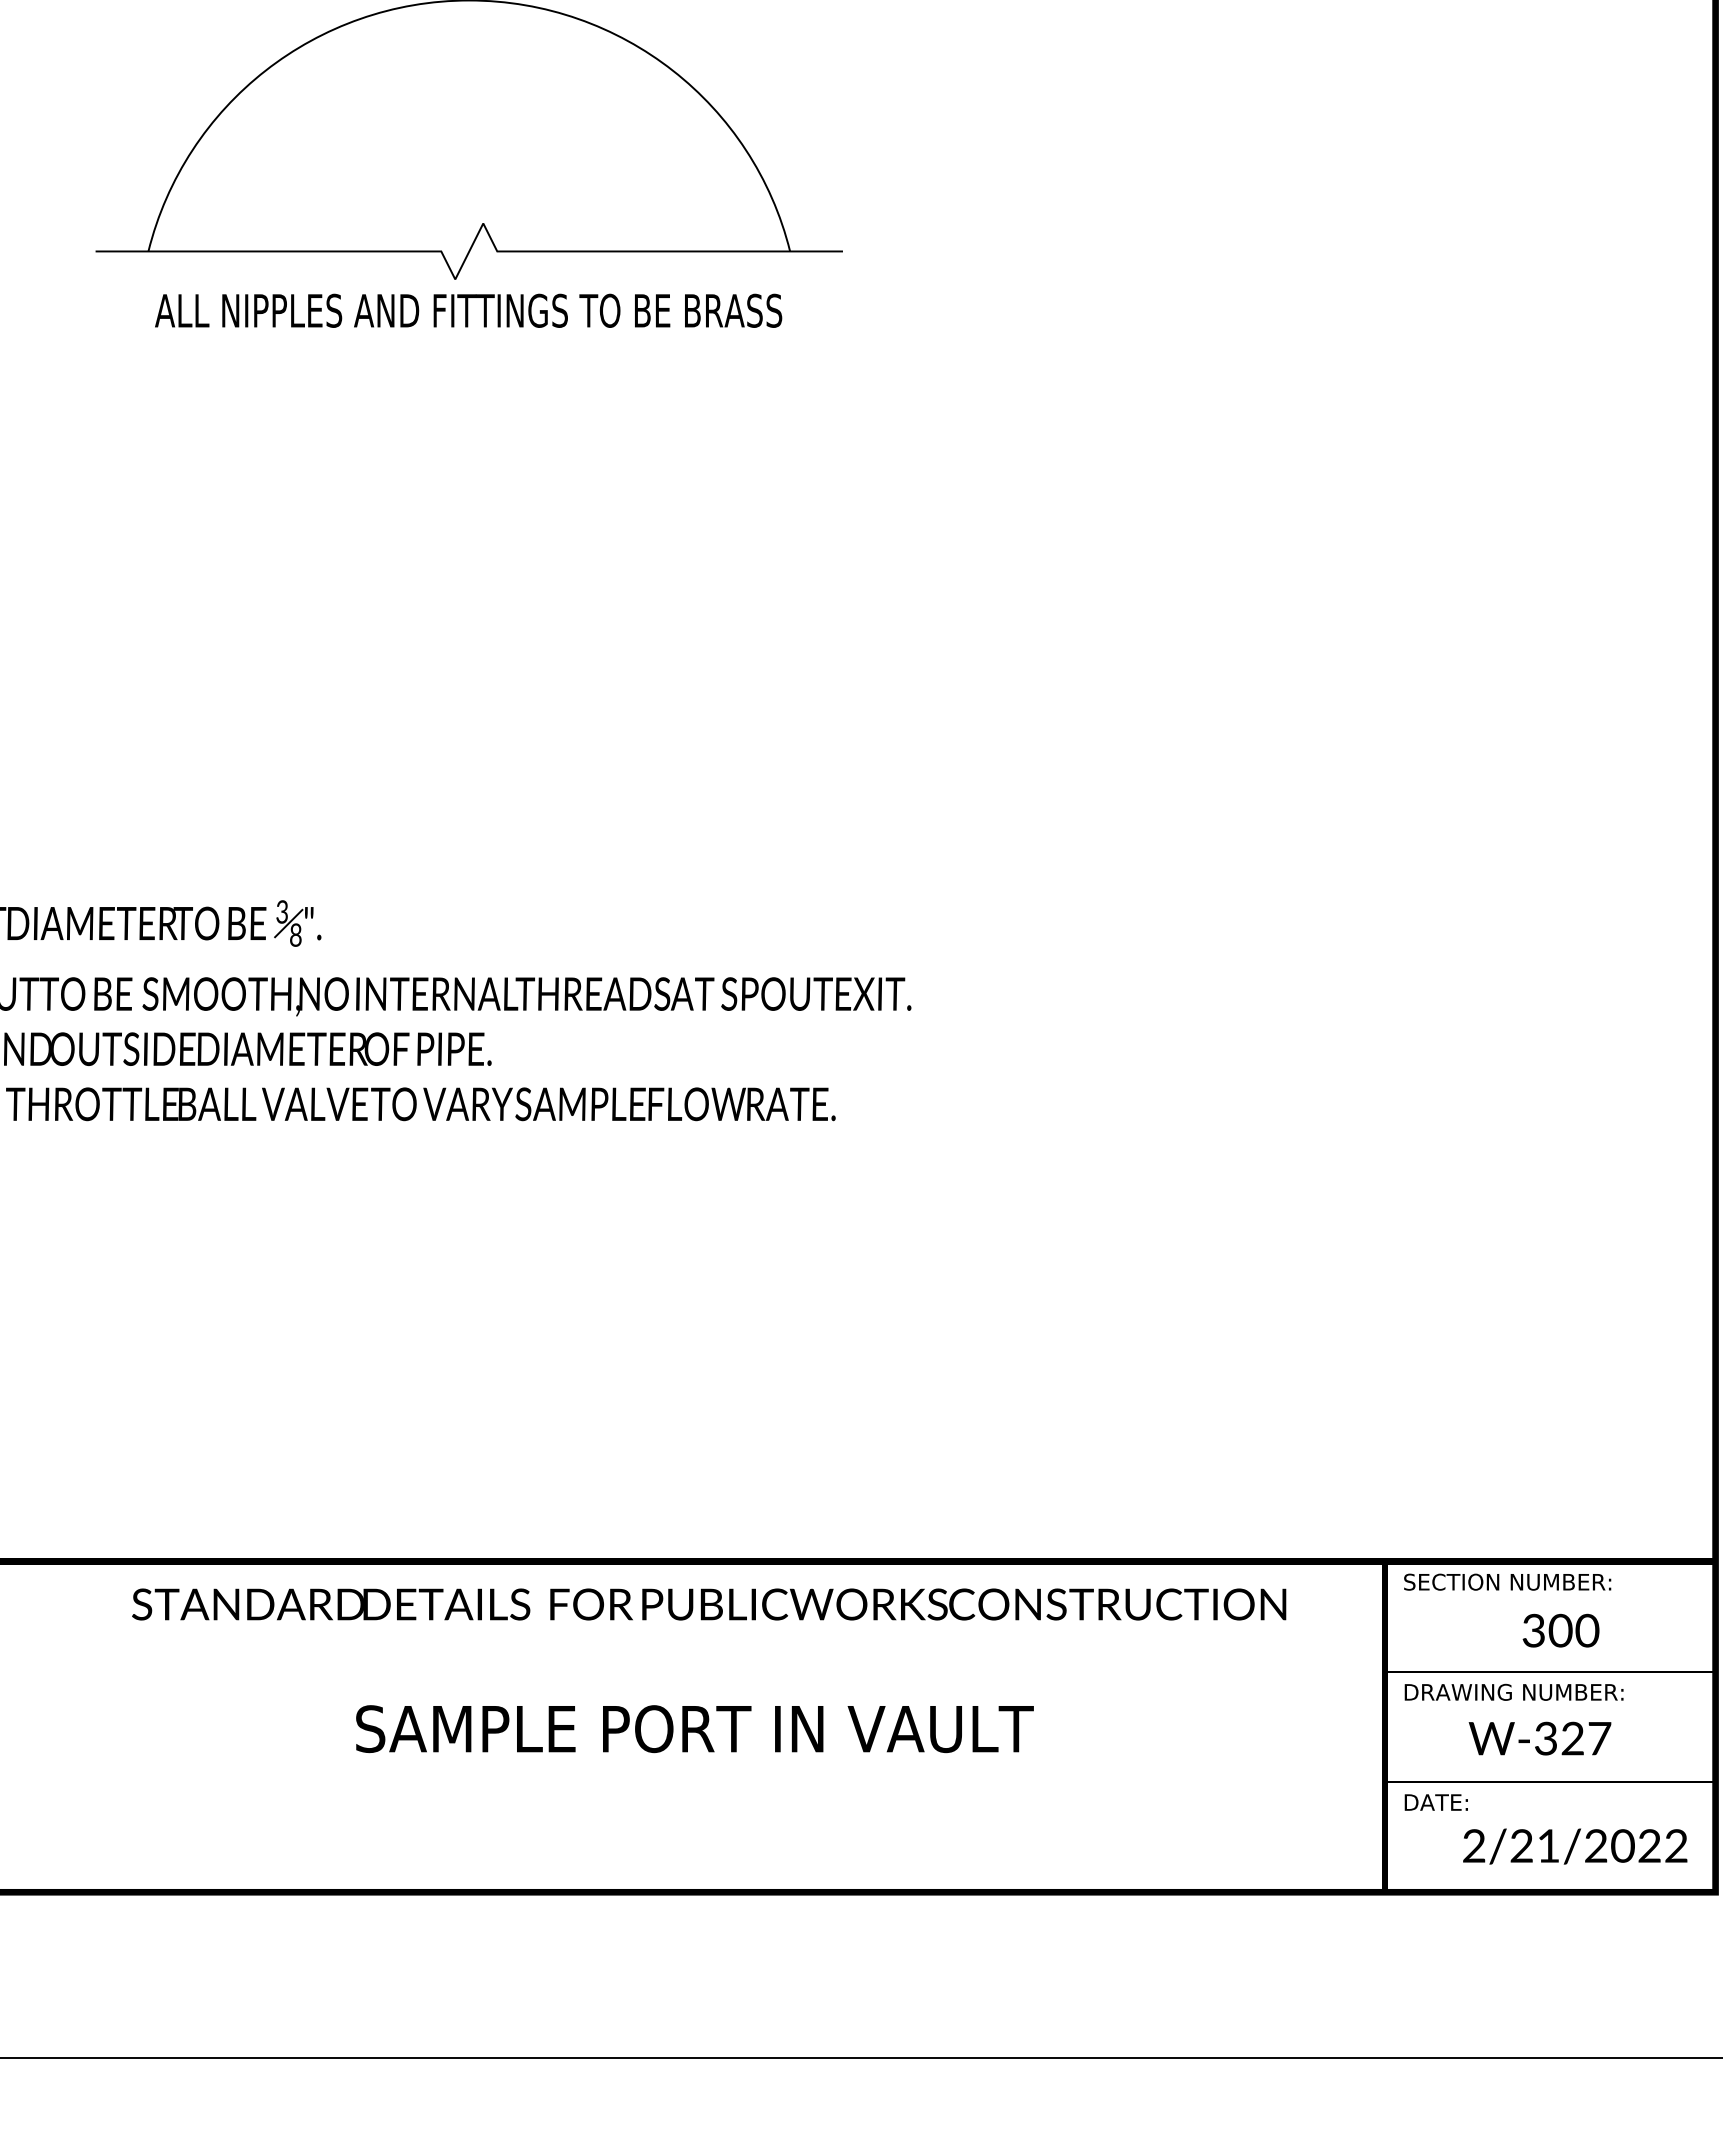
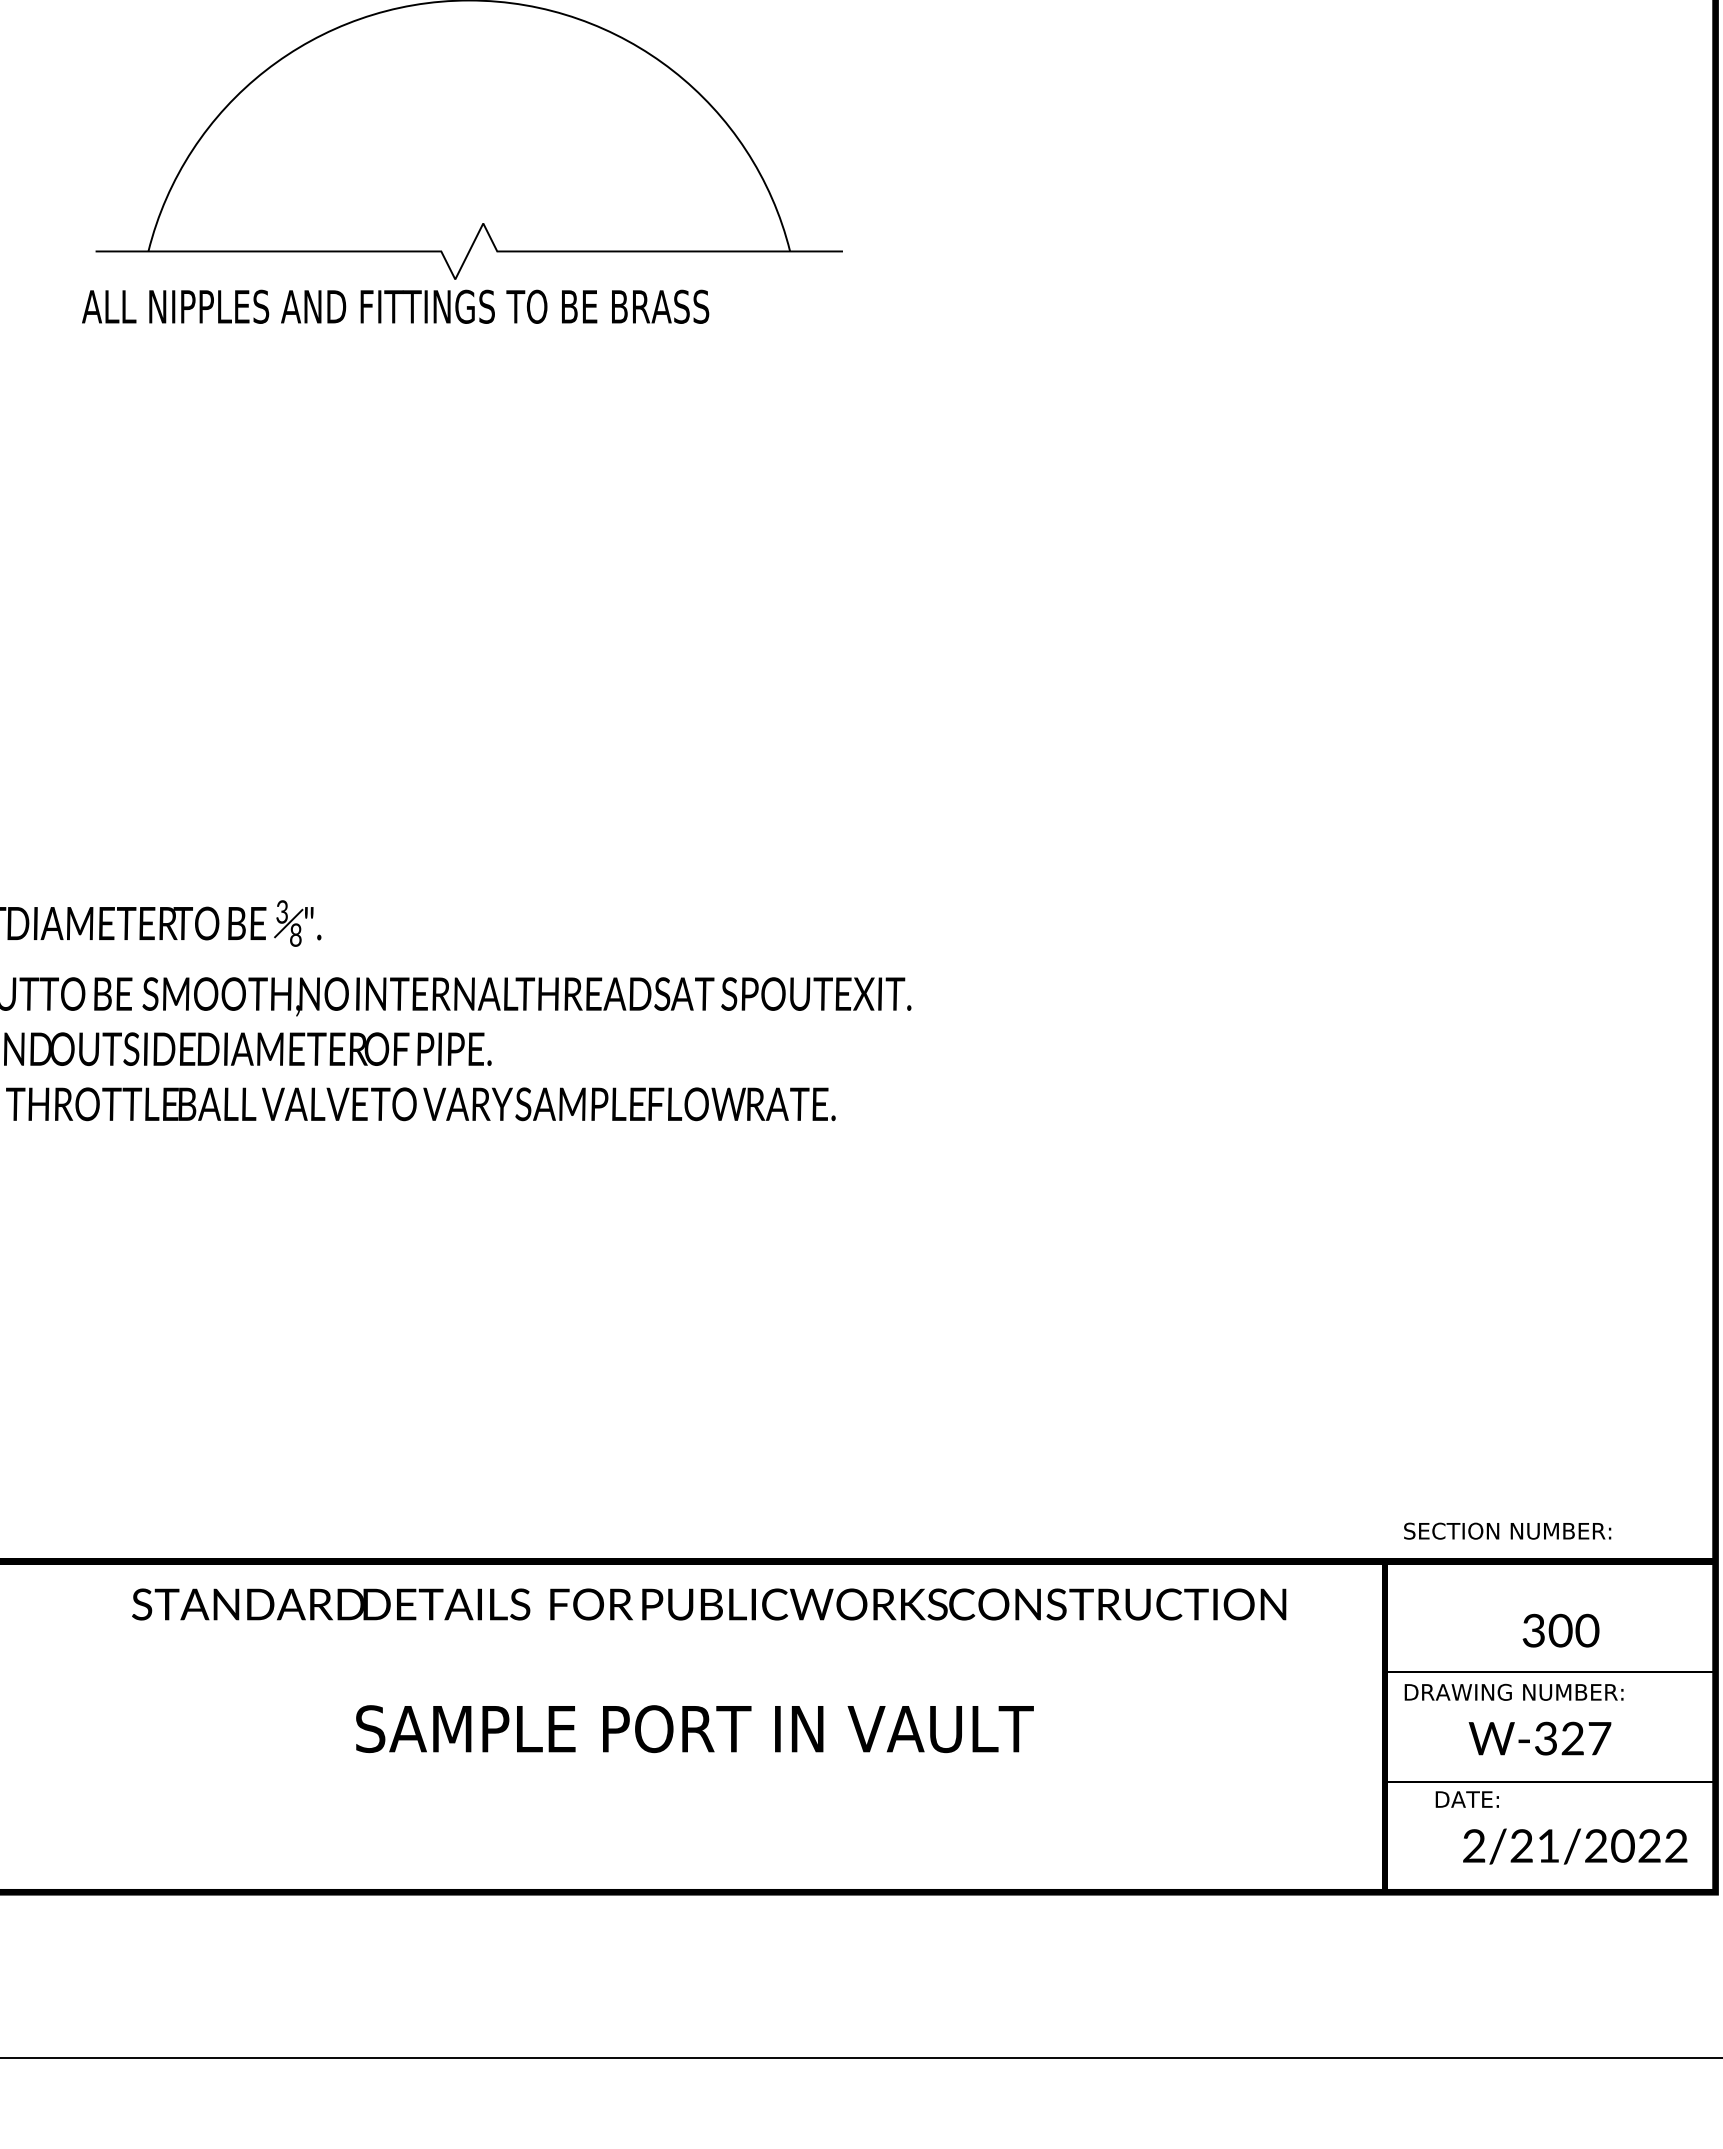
text at (468, 310) position: (468, 310) -> (395, 306)
text at (1507, 1581) position: (1507, 1581) -> (1507, 1530)
text at (1435, 1802) position: (1435, 1802) -> (1466, 1799)
